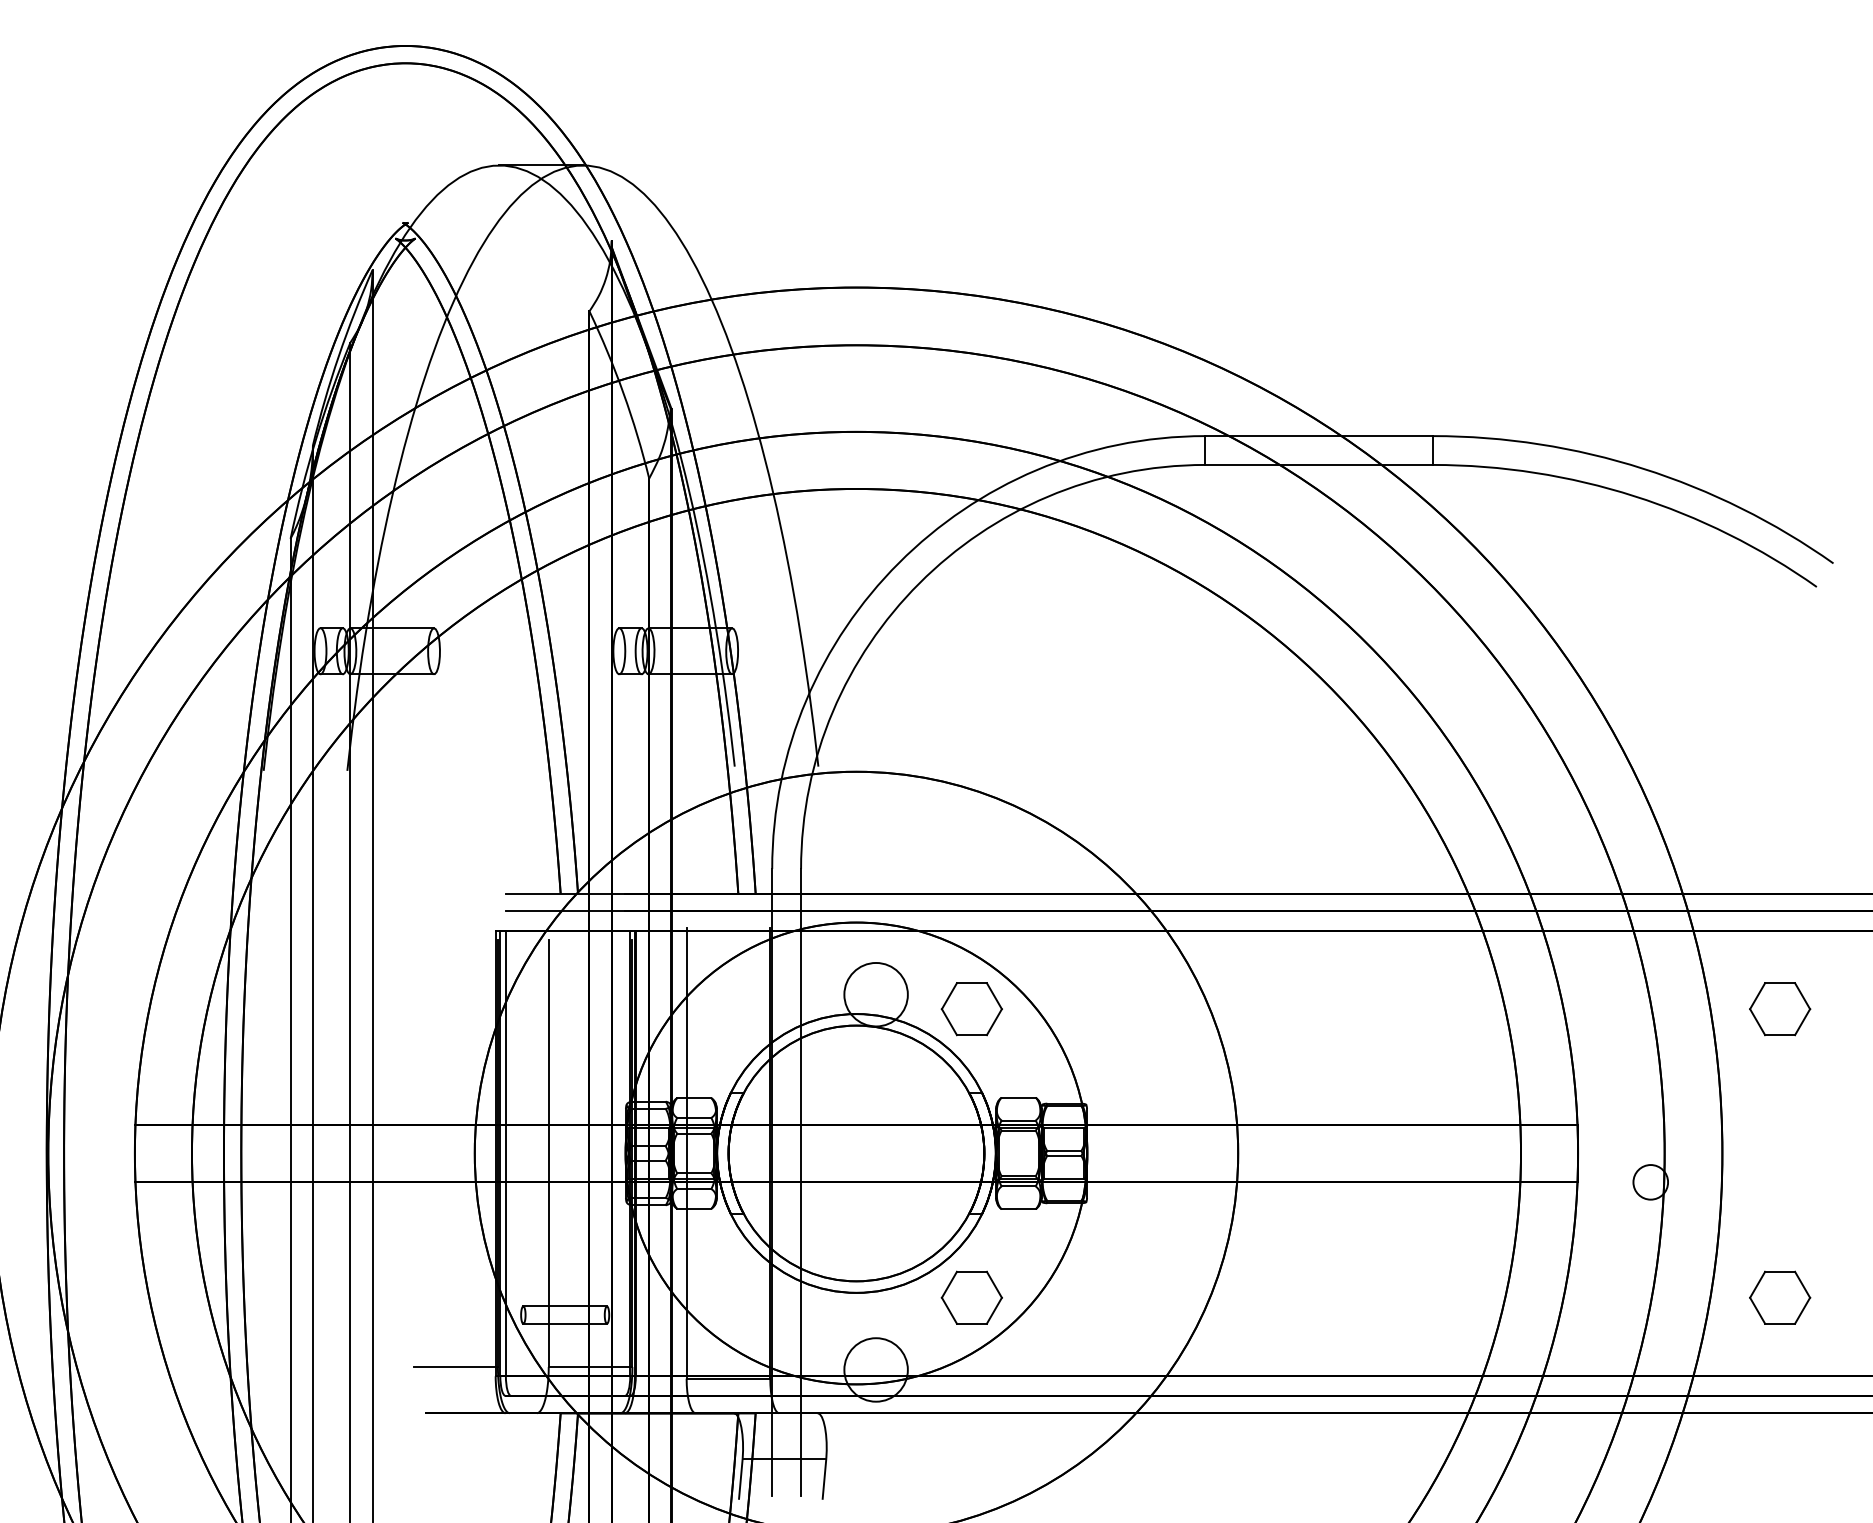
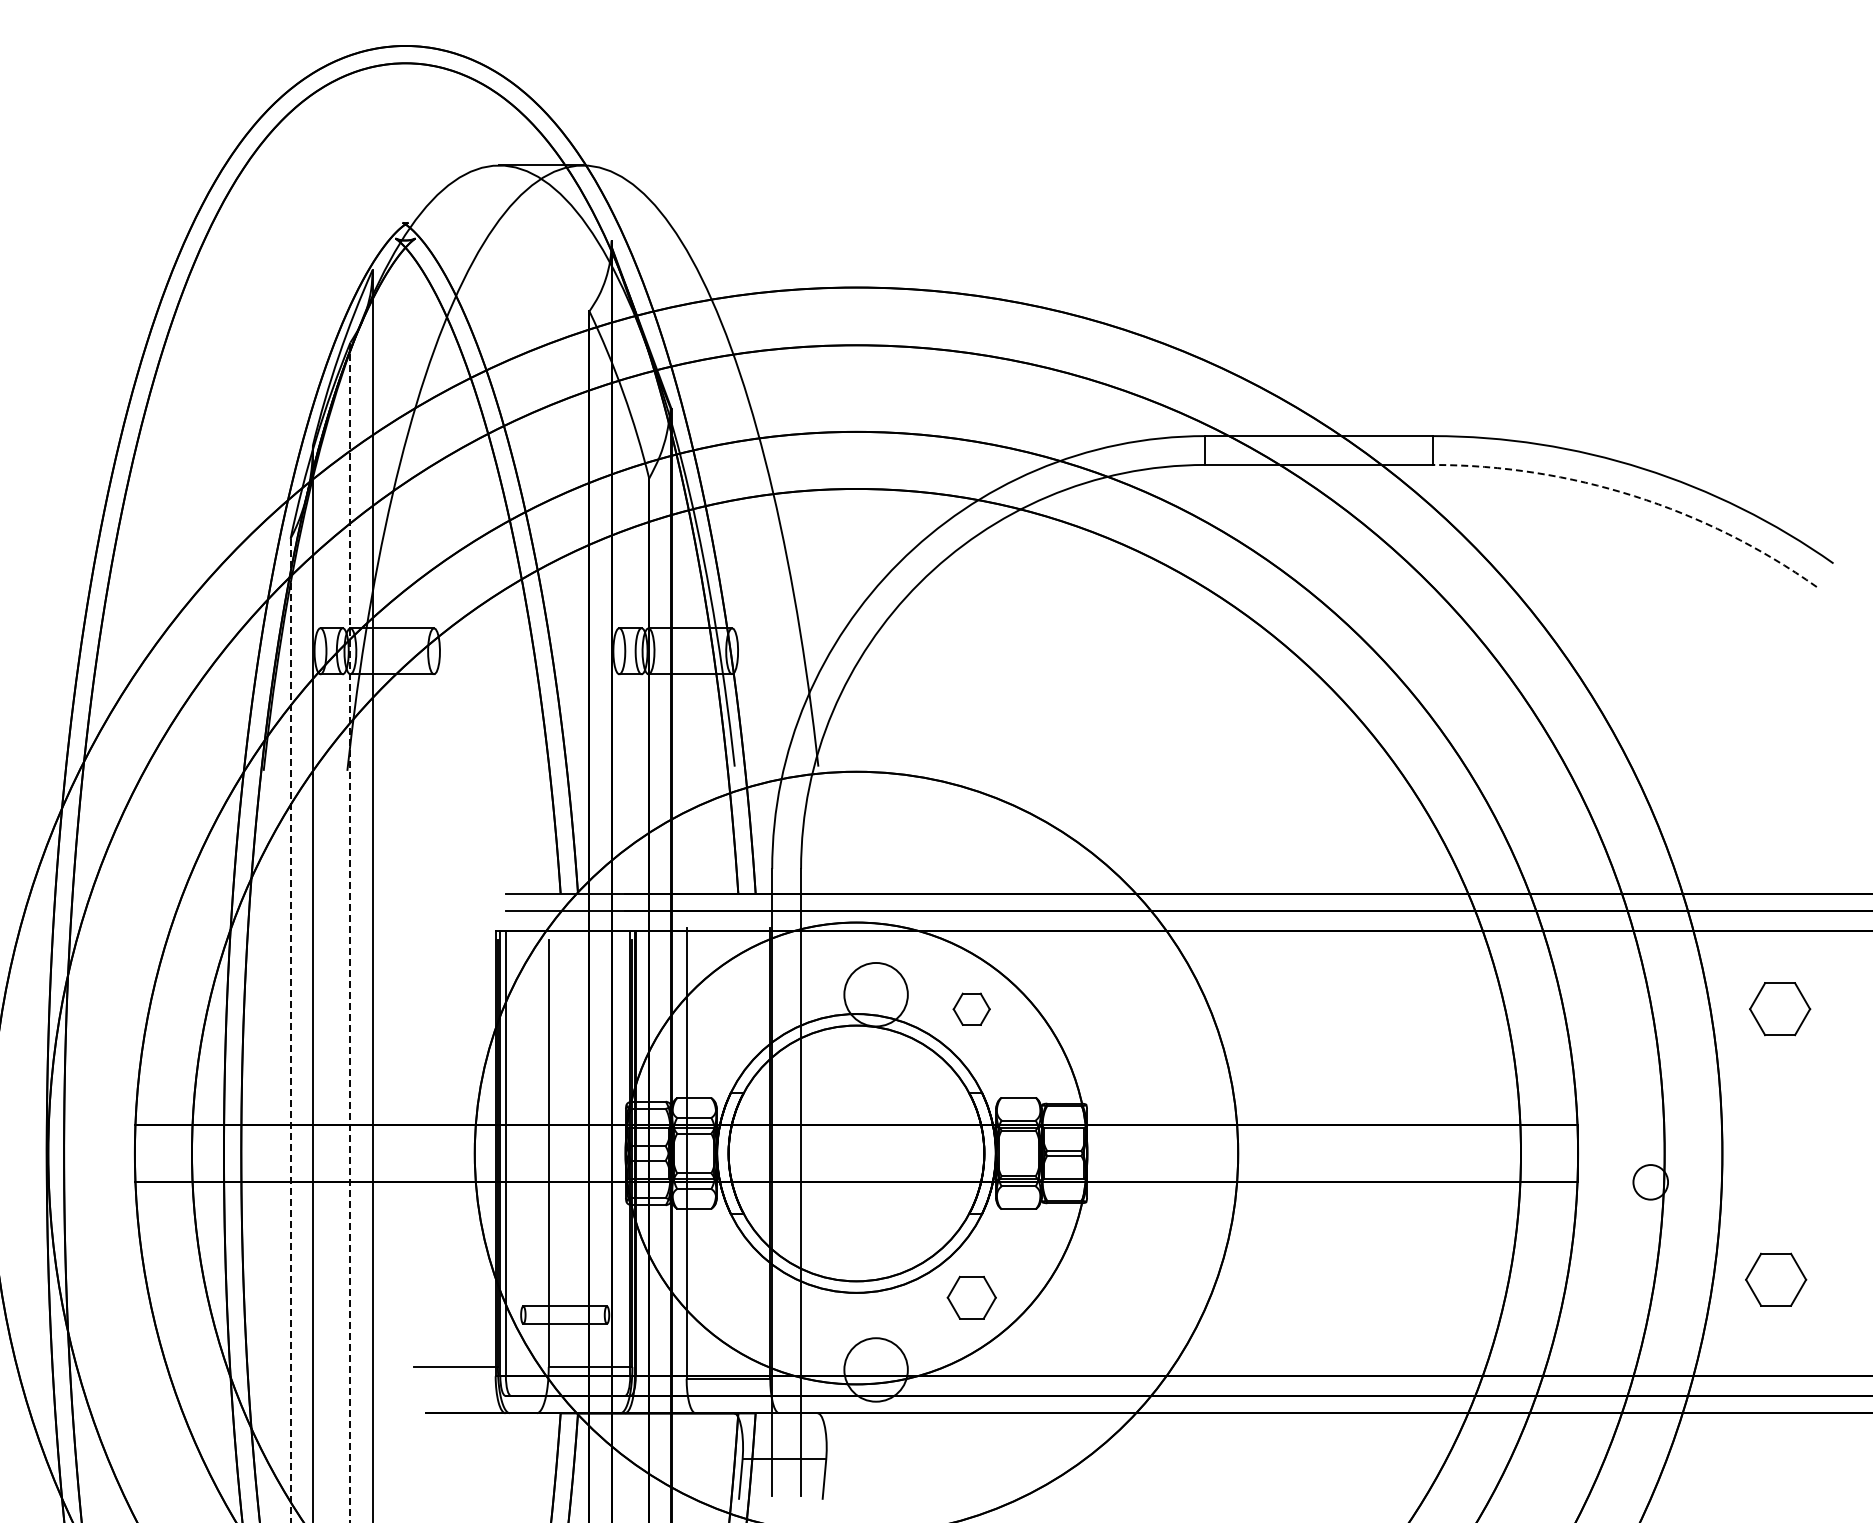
arc at (1634, 496): solid -> dashed
line at (350, 932): solid -> dashed
part at (971, 1009) size: 63x55 px -> 39x34 px
line at (290, 1030): solid -> dashed
part at (971, 1297) size: 63x55 px -> 51x45 px
part at (1780, 1297) position: (1780, 1297) -> (1776, 1279)
